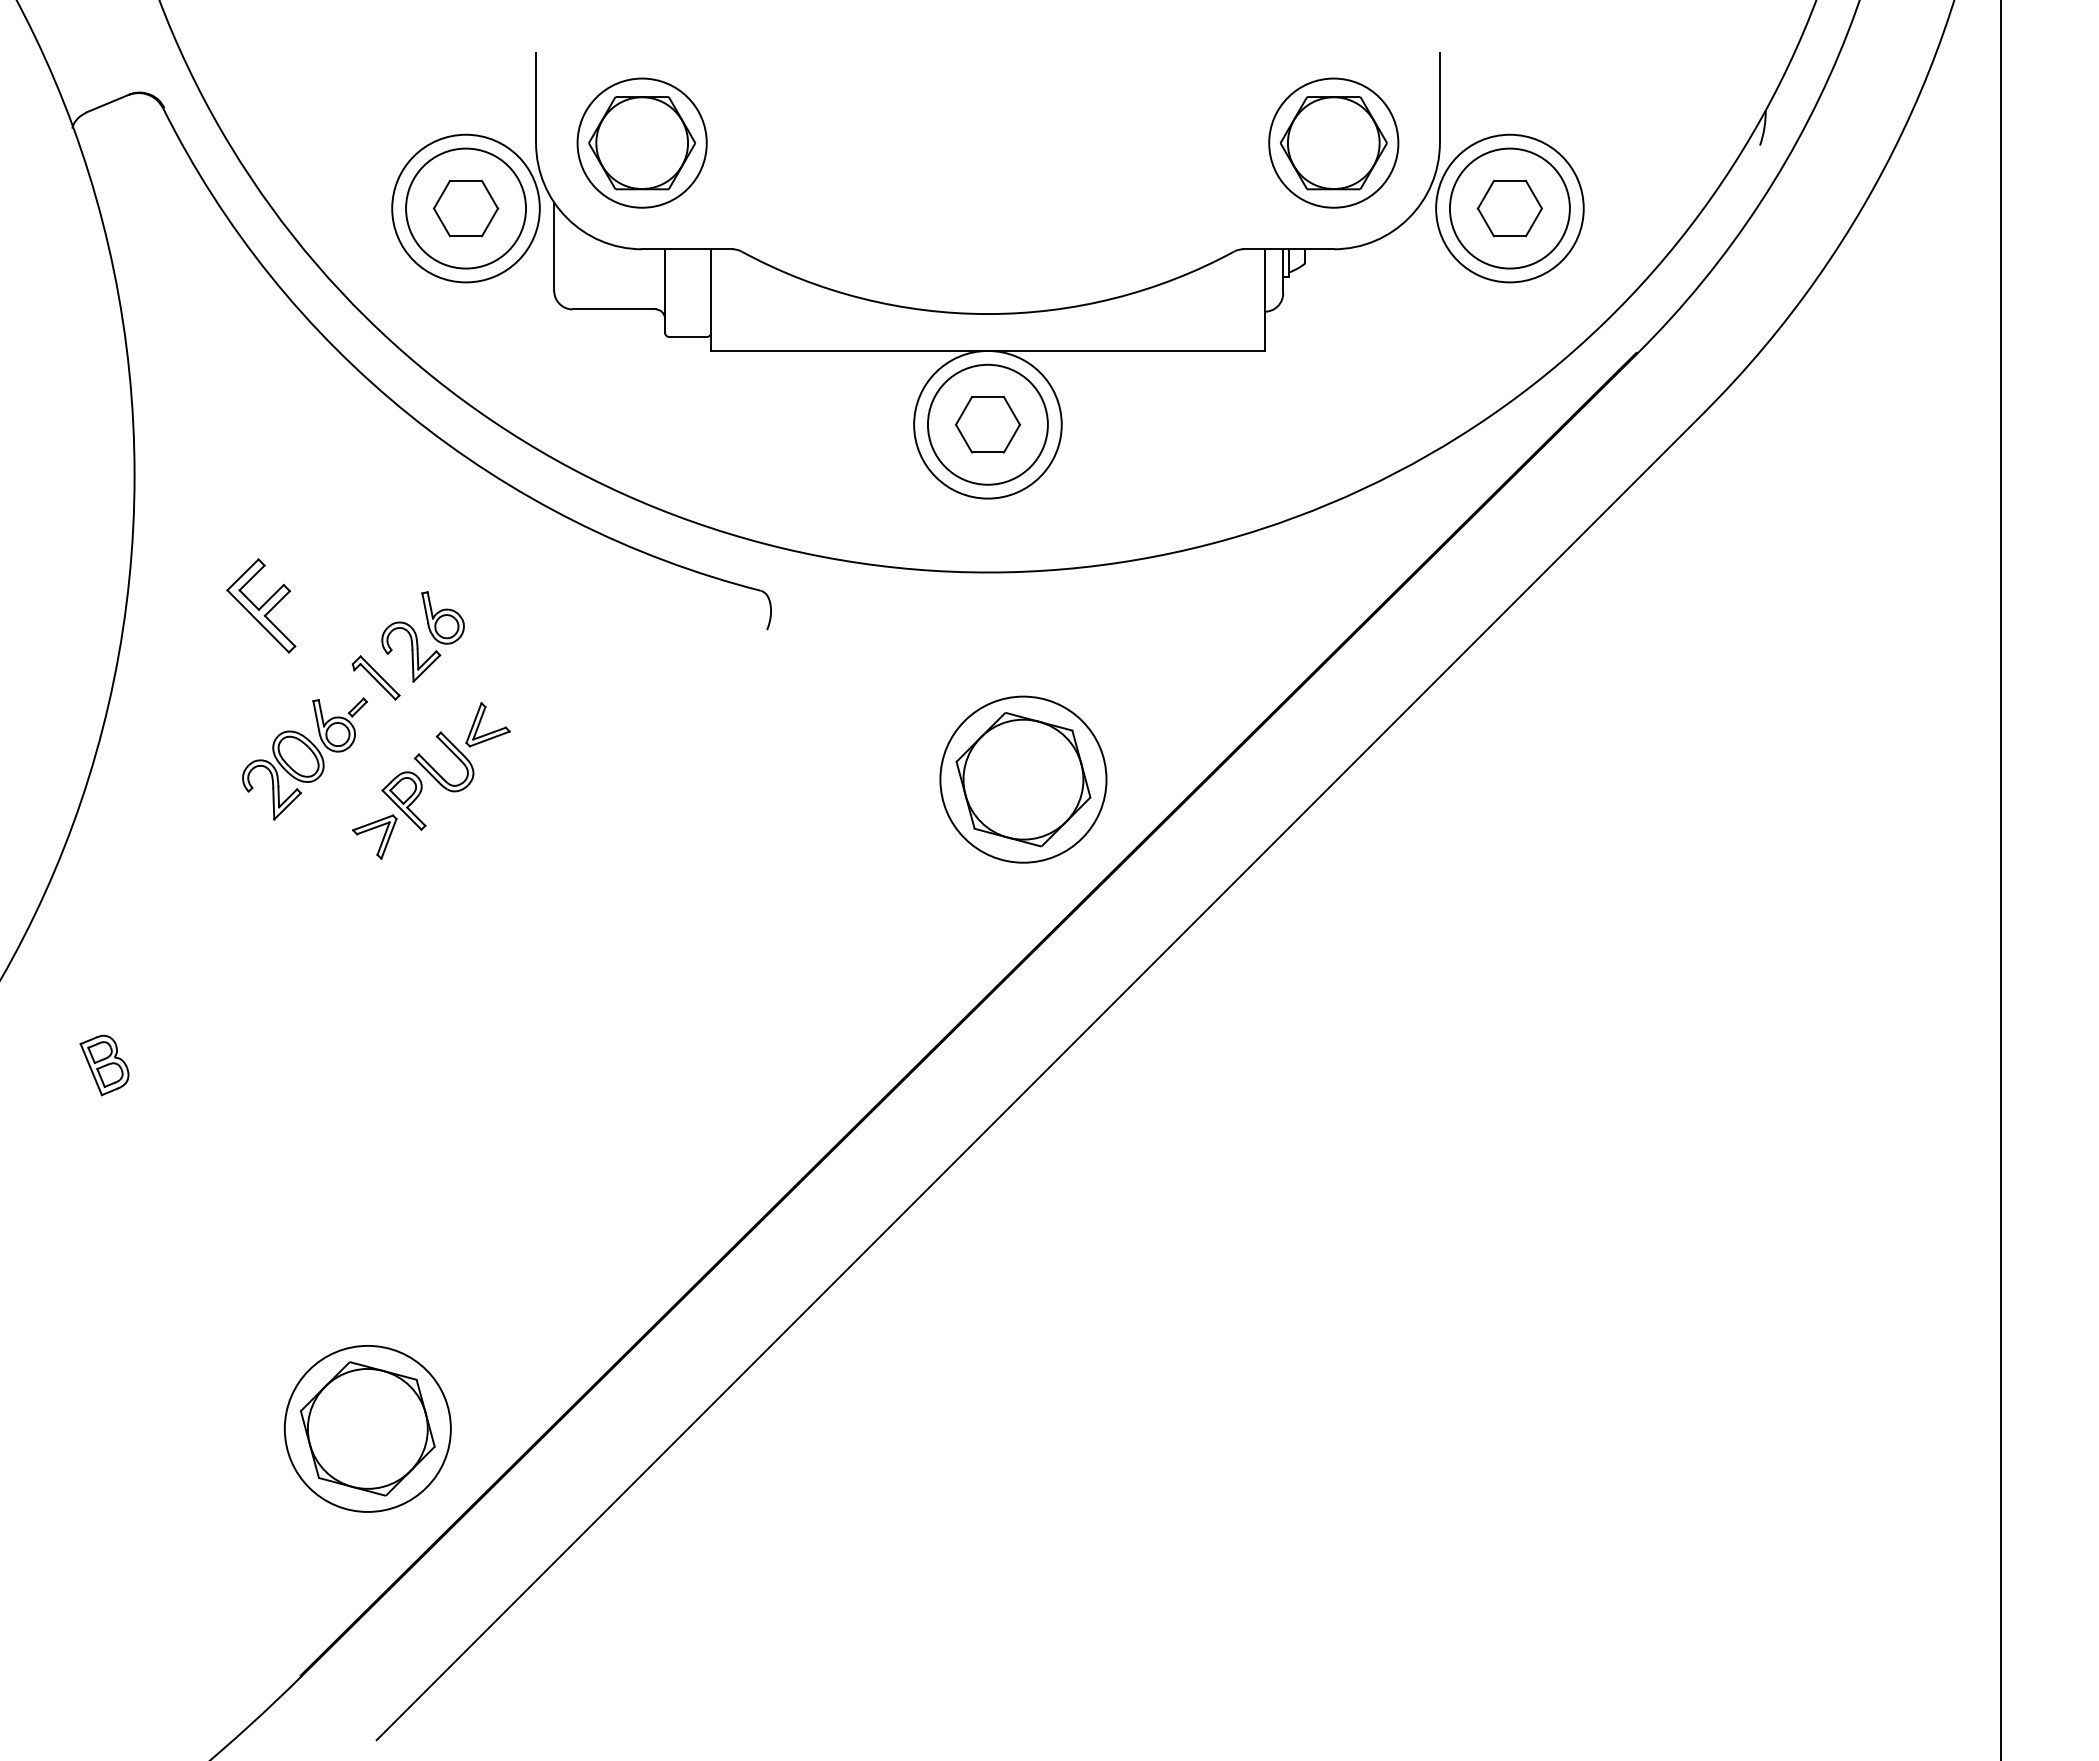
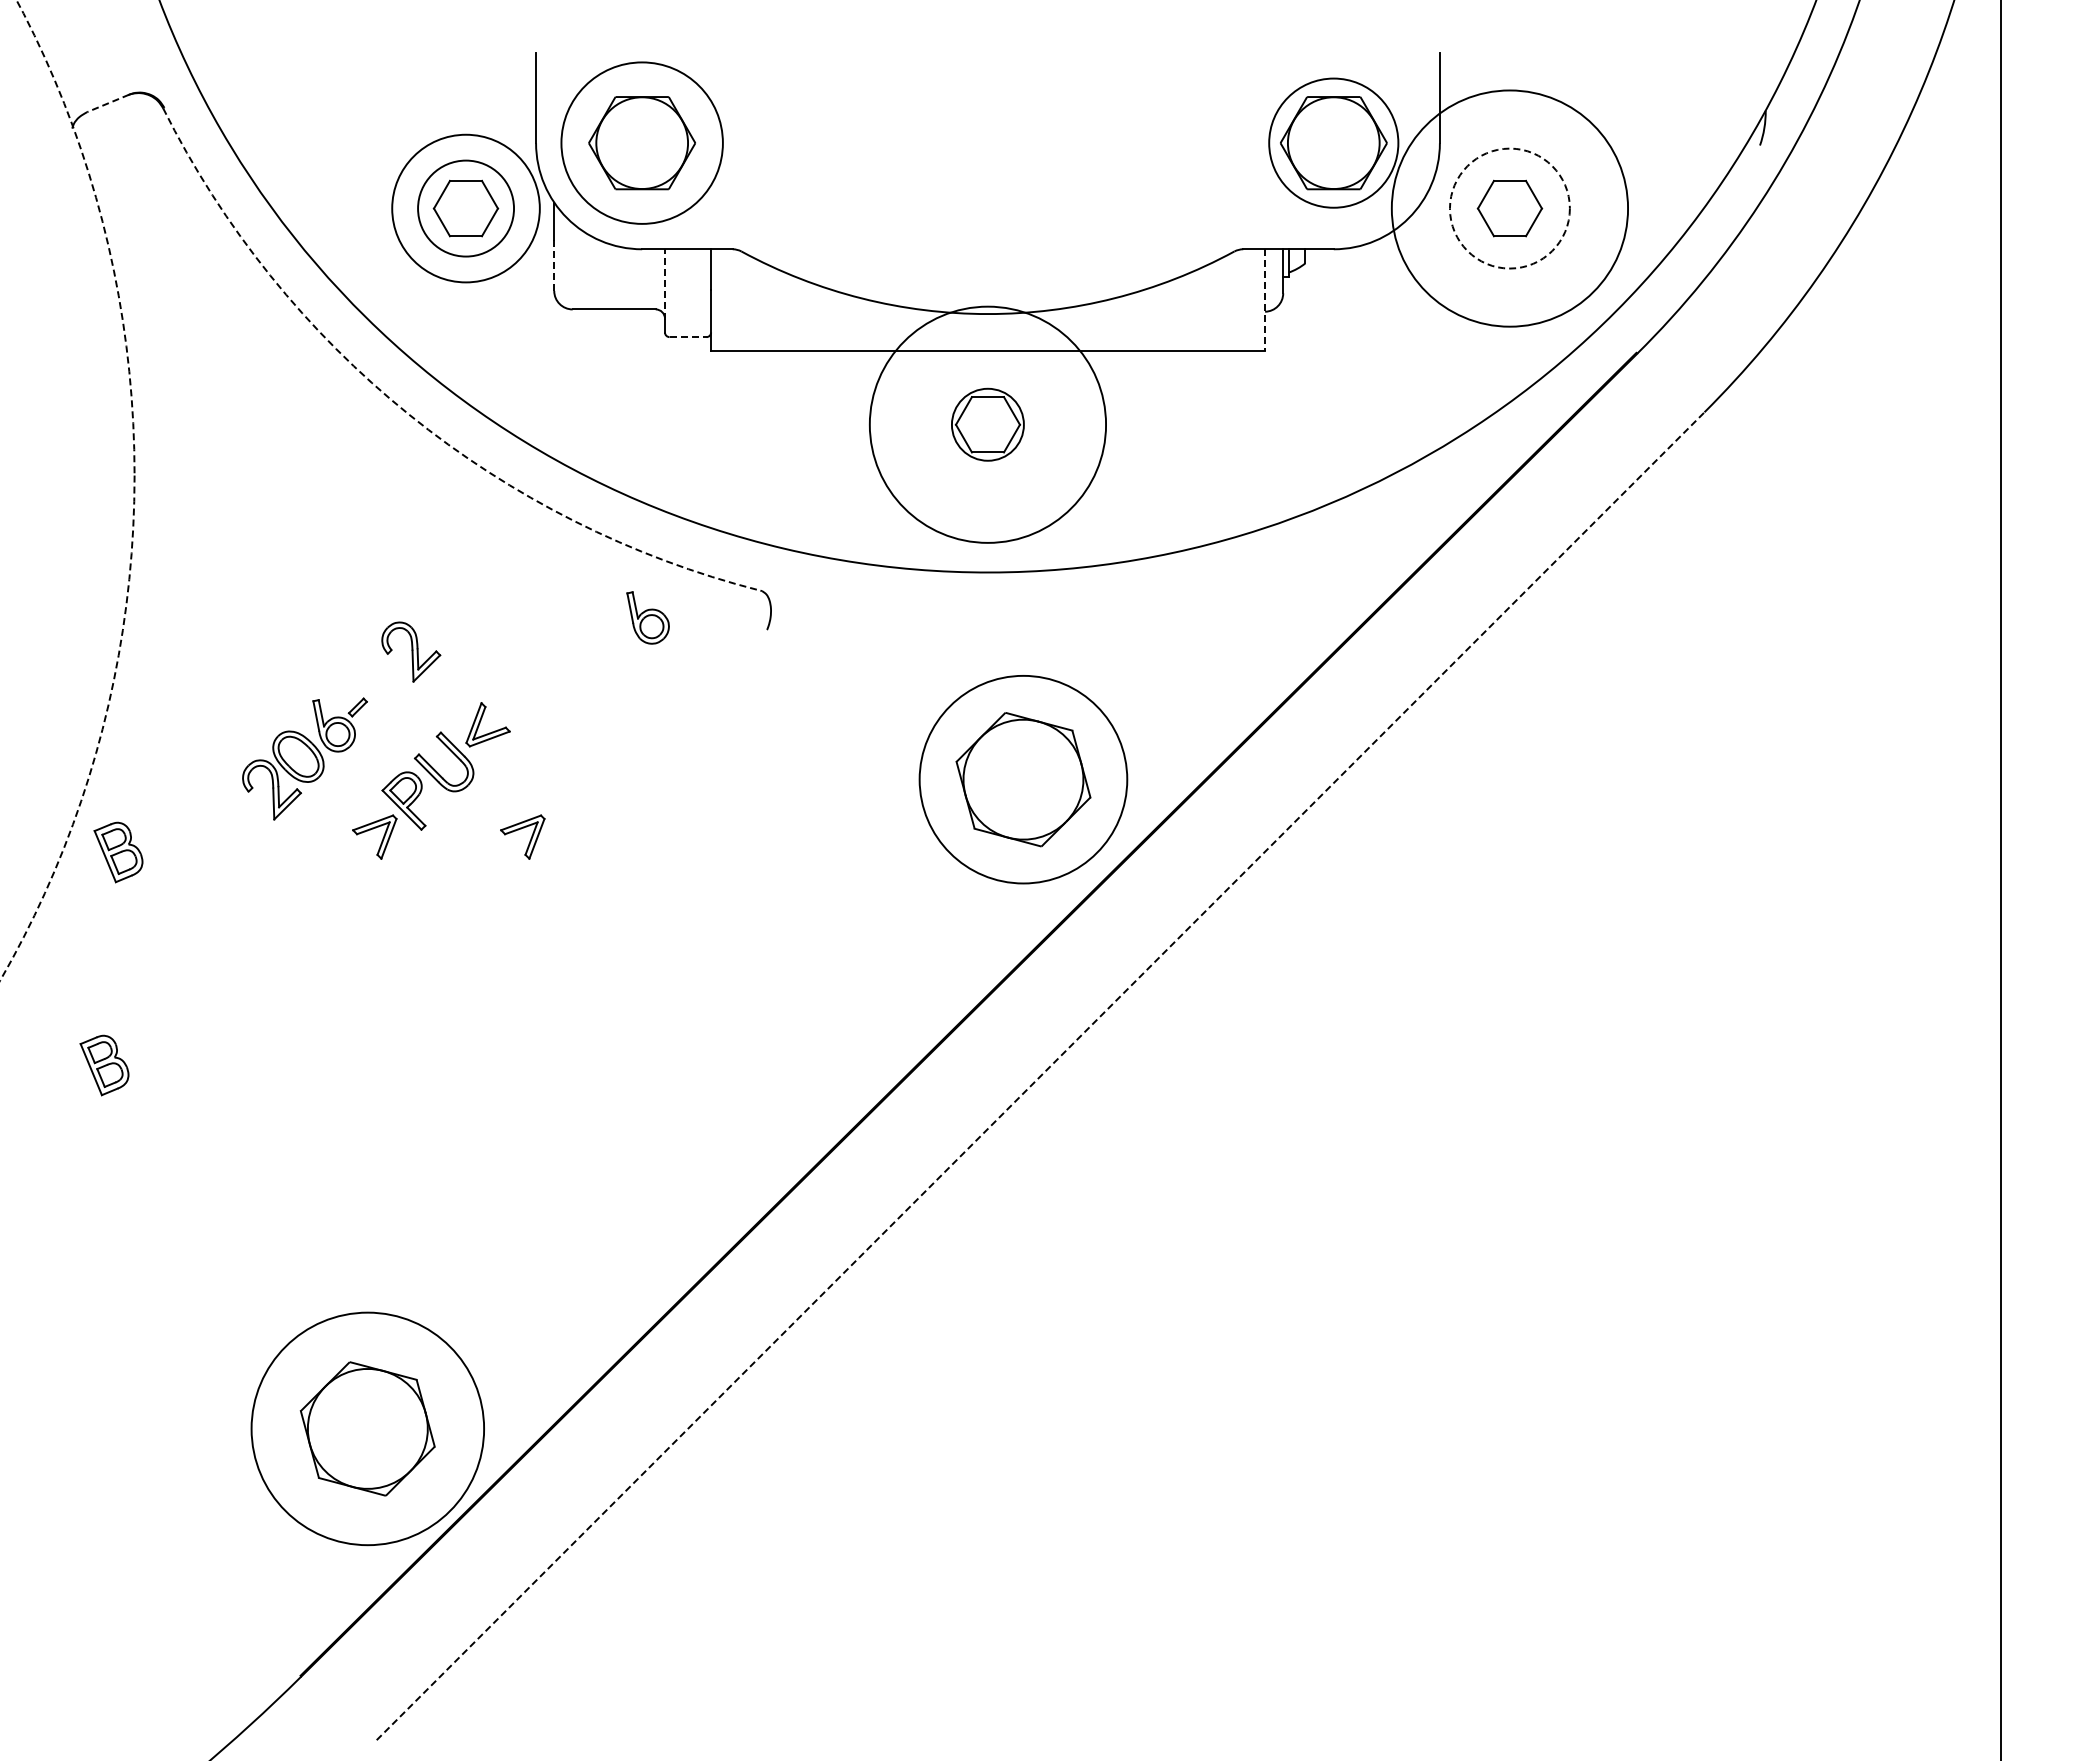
line at (108, 103): solid -> dashed
circle at (641, 142) diameter: 129 px -> 161 px
circle at (466, 208) diameter: 120 px -> 96 px
circle at (1509, 208) diameter: 148 px -> 236 px
circle at (1509, 208): solid -> dashed
line at (554, 265): solid -> dashed
line at (664, 284): solid -> dashed
line at (1264, 300): solid -> dashed
line at (688, 337): solid -> dashed
arc at (409, 414): solid -> dashed
circle at (987, 424) diameter: 120 px -> 72 px
circle at (987, 424) diameter: 148 px -> 236 px
circle at (67, 490): solid -> dashed
part at (261, 605): present -> none
part at (442, 617) position: (442, 617) -> (647, 617)
part at (375, 677): present -> none
circle at (1023, 779) diameter: 166 px -> 208 px
part at (521, 829): none -> present
part at (118, 852): none -> present
line at (1040, 1076): solid -> dashed
circle at (367, 1428) diameter: 166 px -> 233 px
